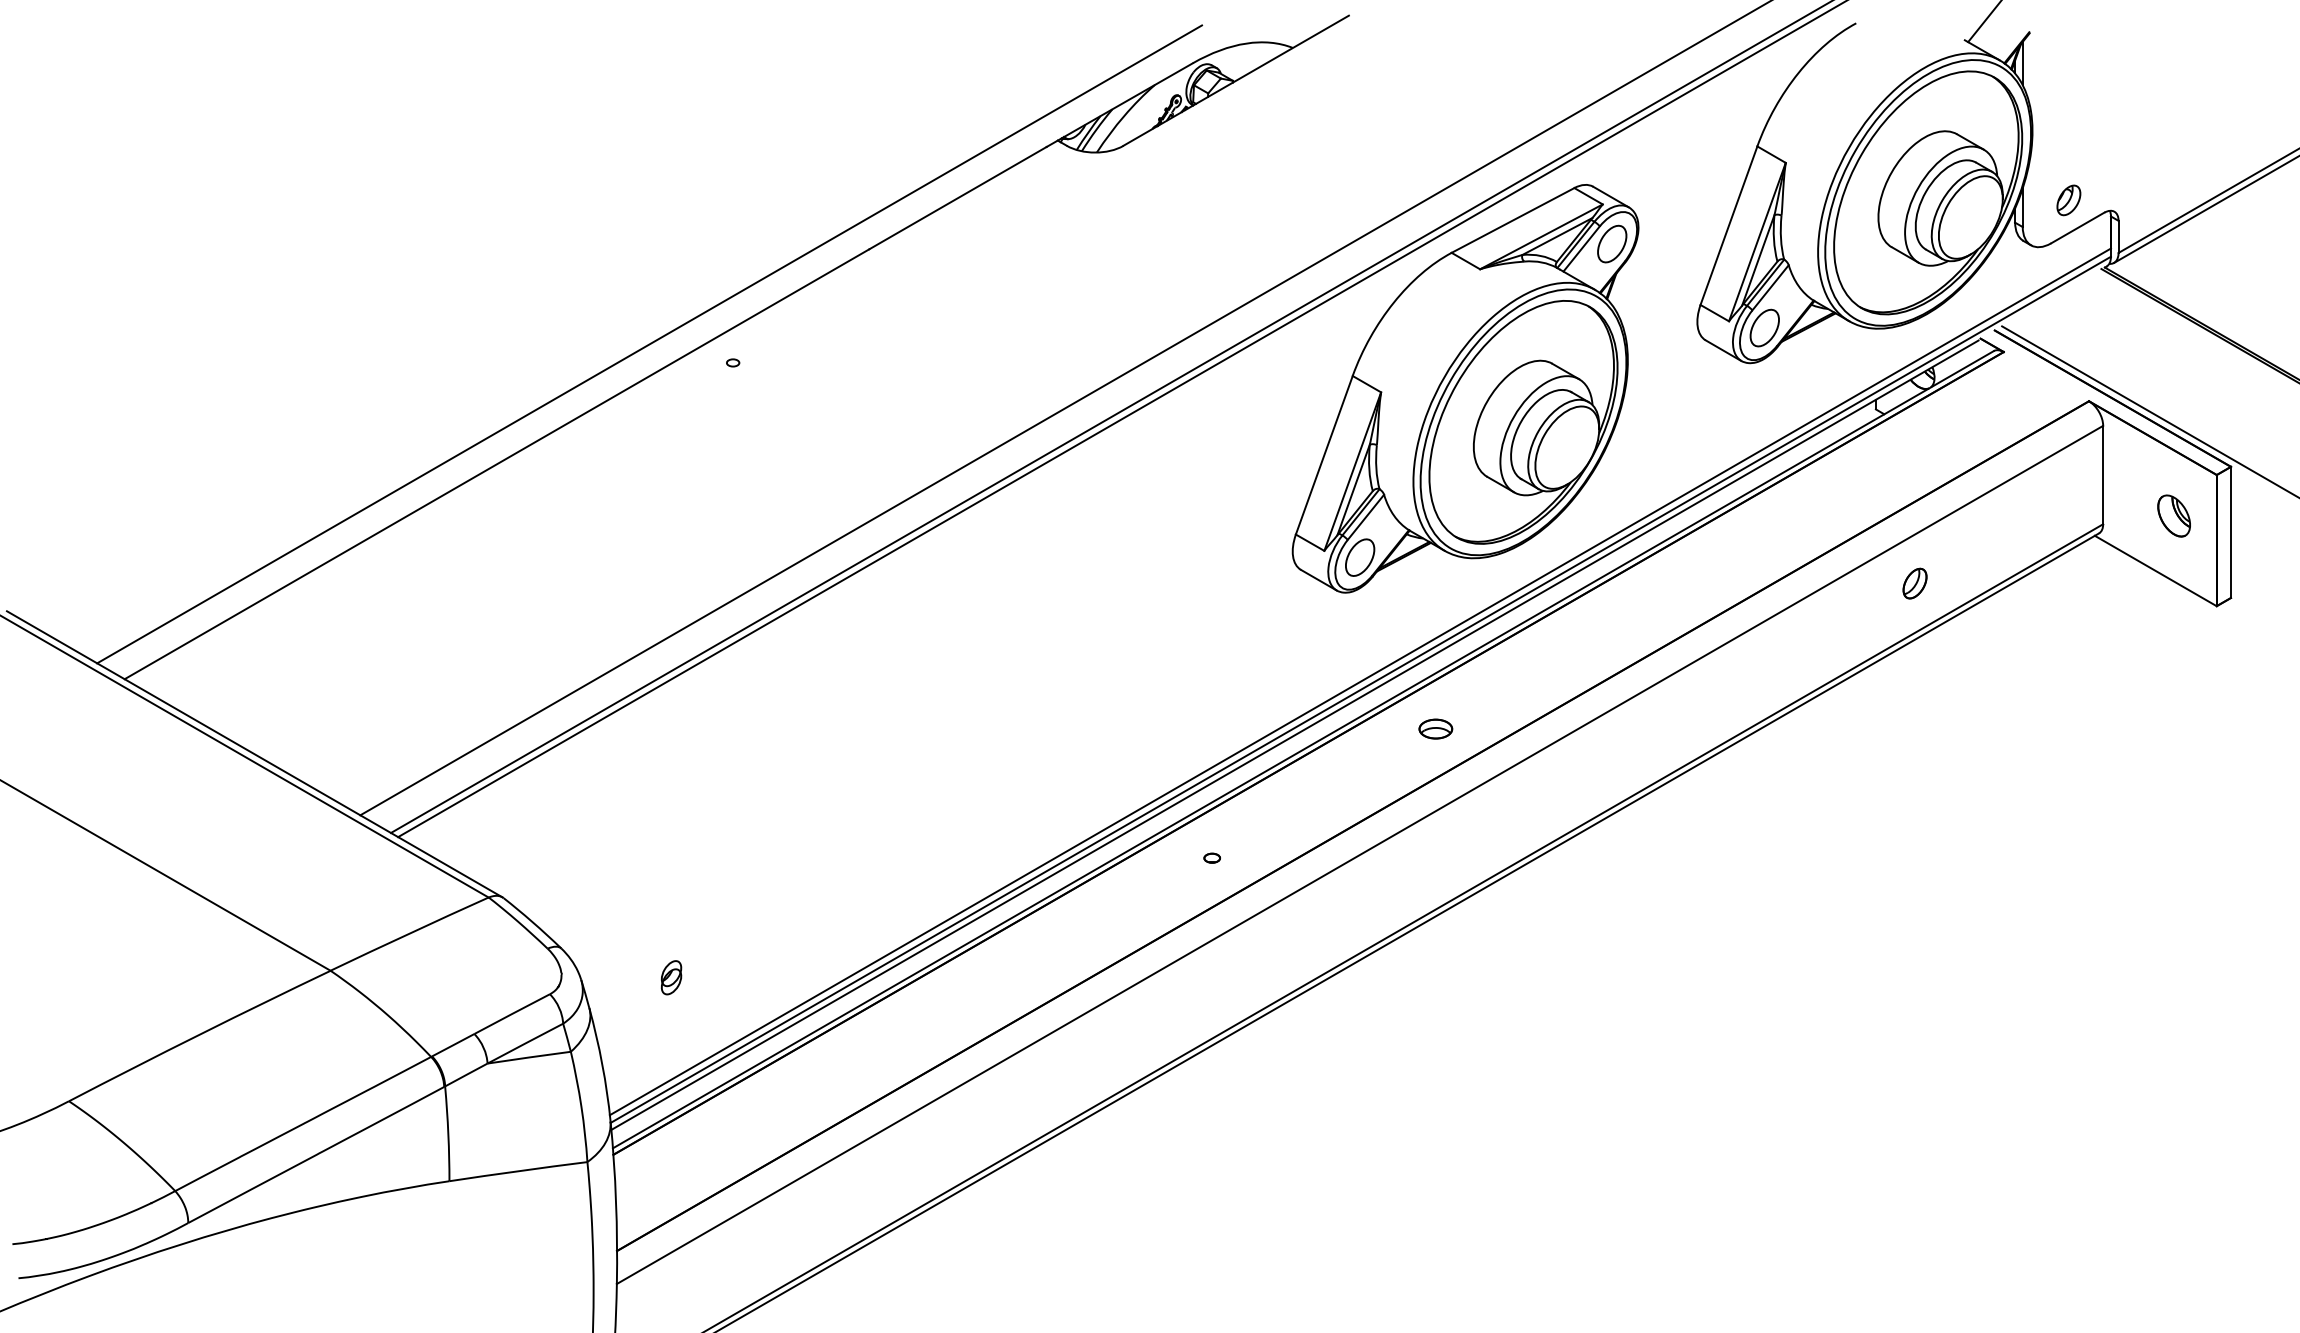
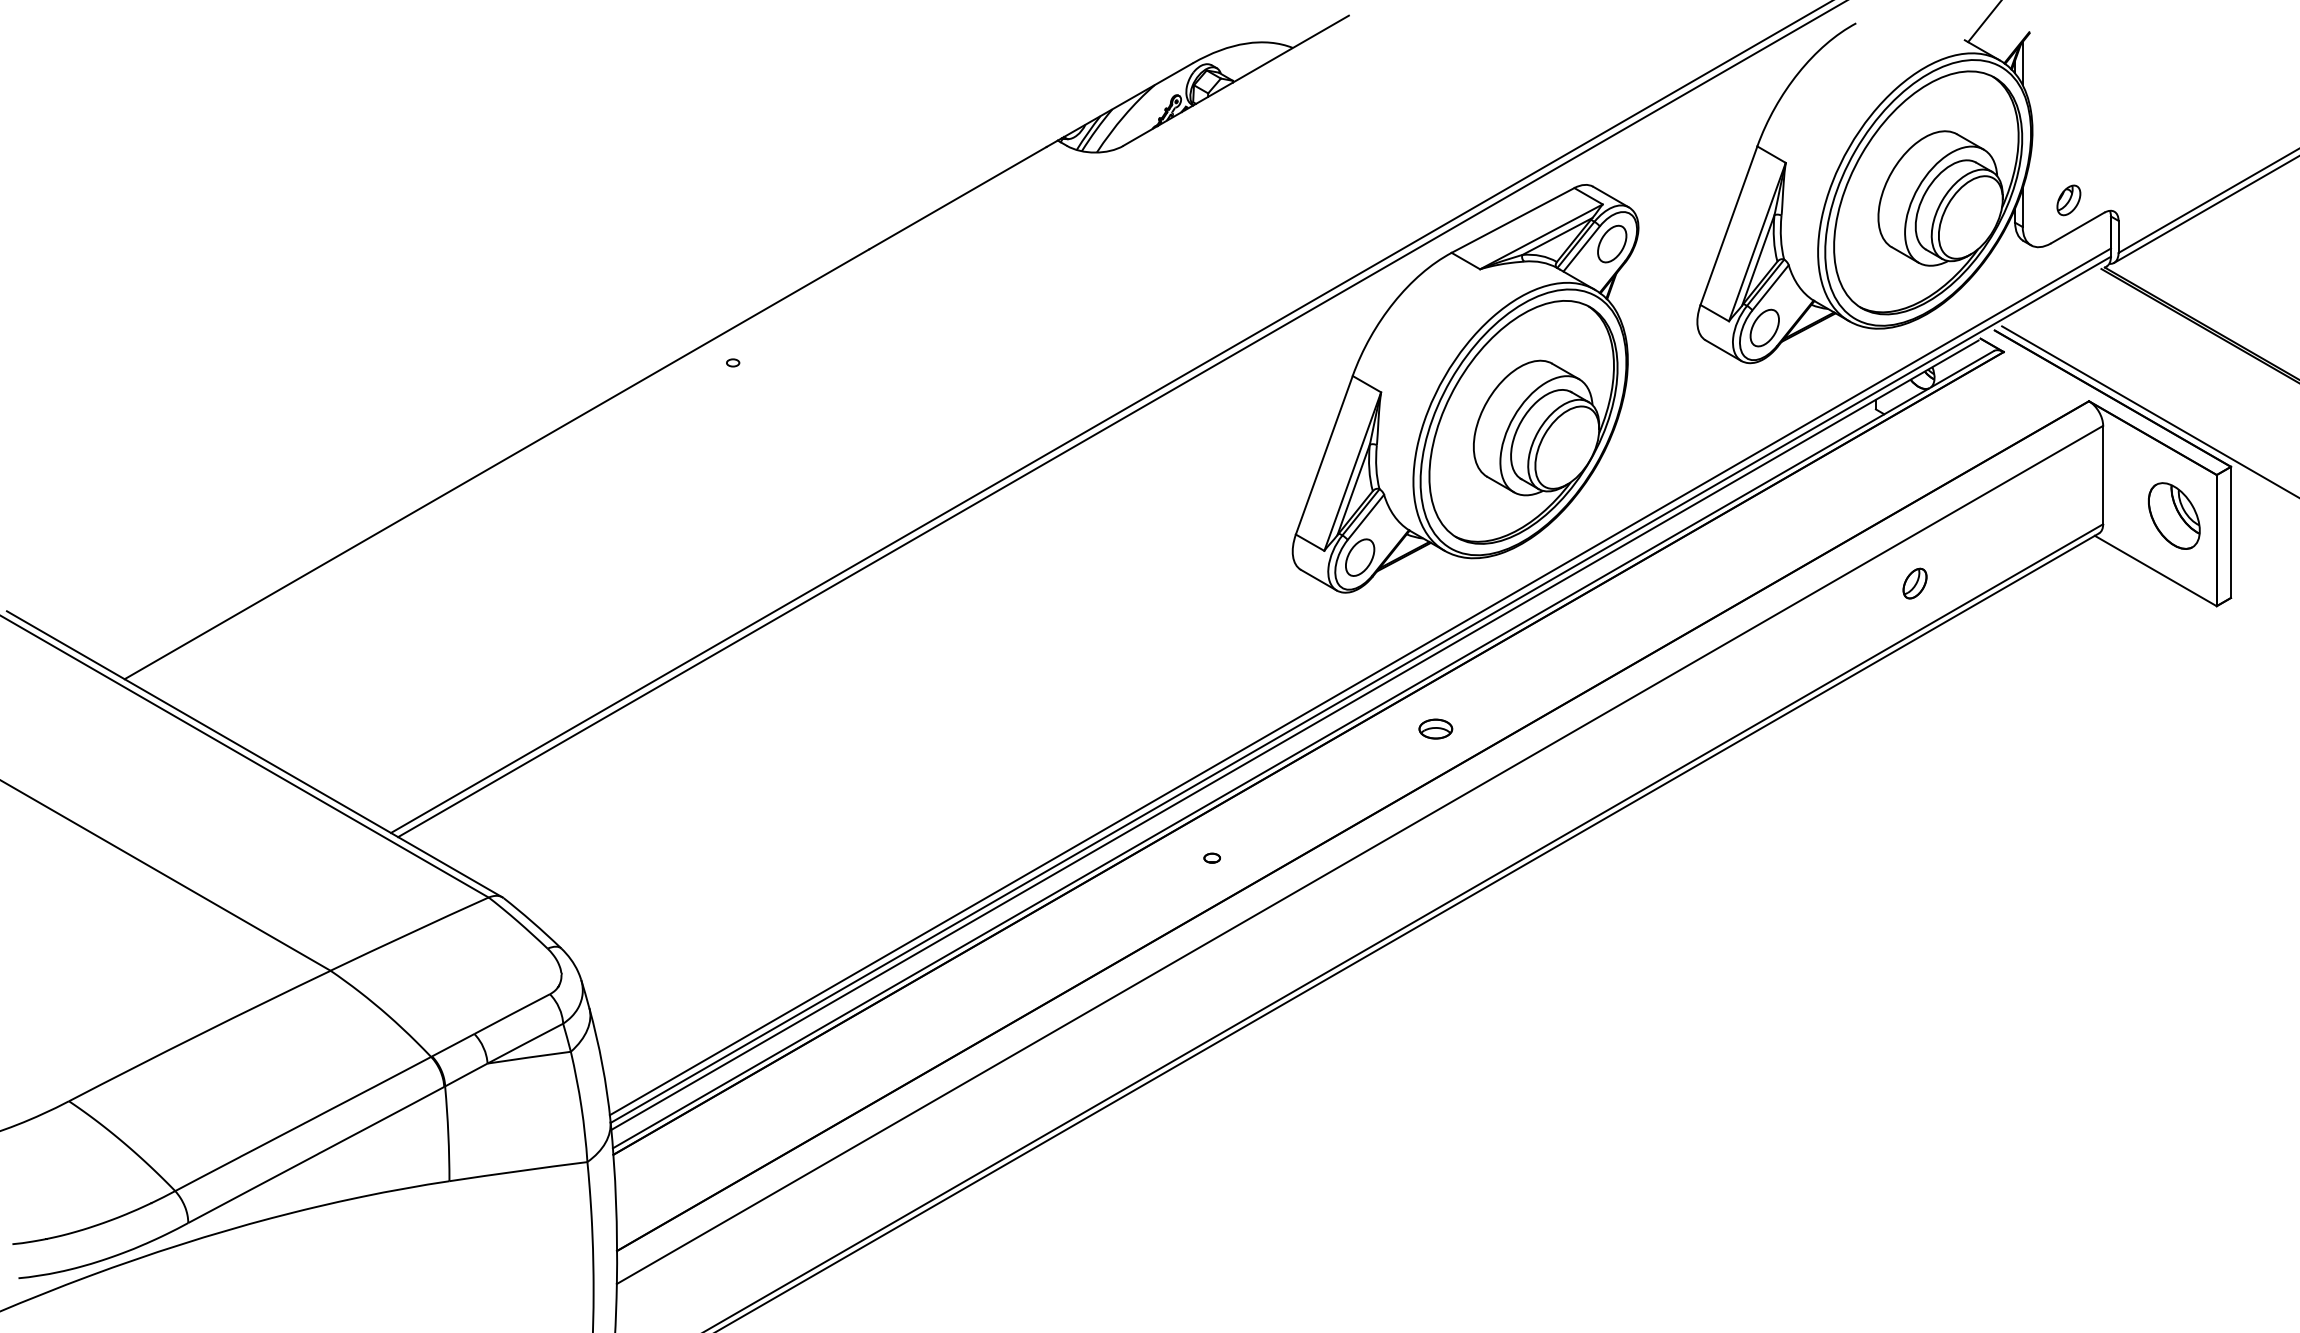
line at (649, 344): present -> none
line at (1064, 408): present -> none
part at (2173, 515) size: 34x44 px -> 54x68 px
part at (671, 977): present -> none
